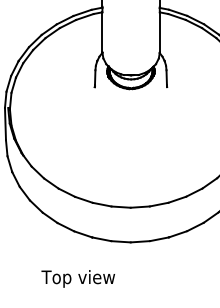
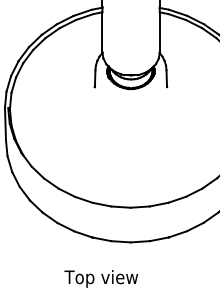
text at (77, 278) position: (77, 278) -> (100, 278)
